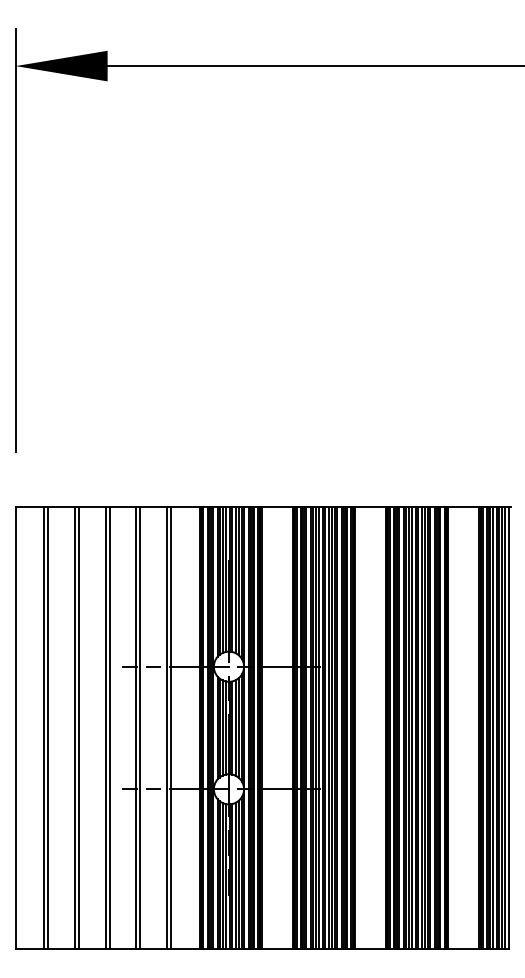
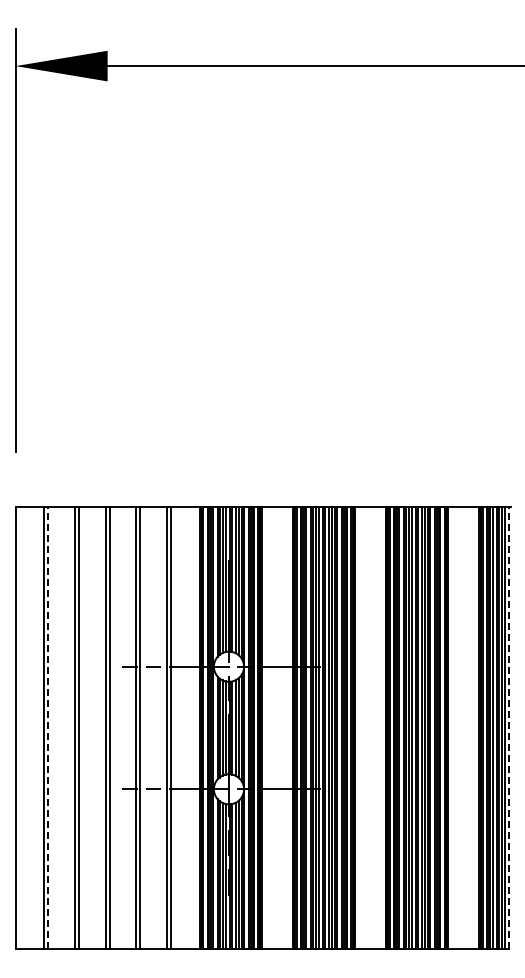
line at (48, 728): solid -> dashed
line at (509, 728): solid -> dashed
